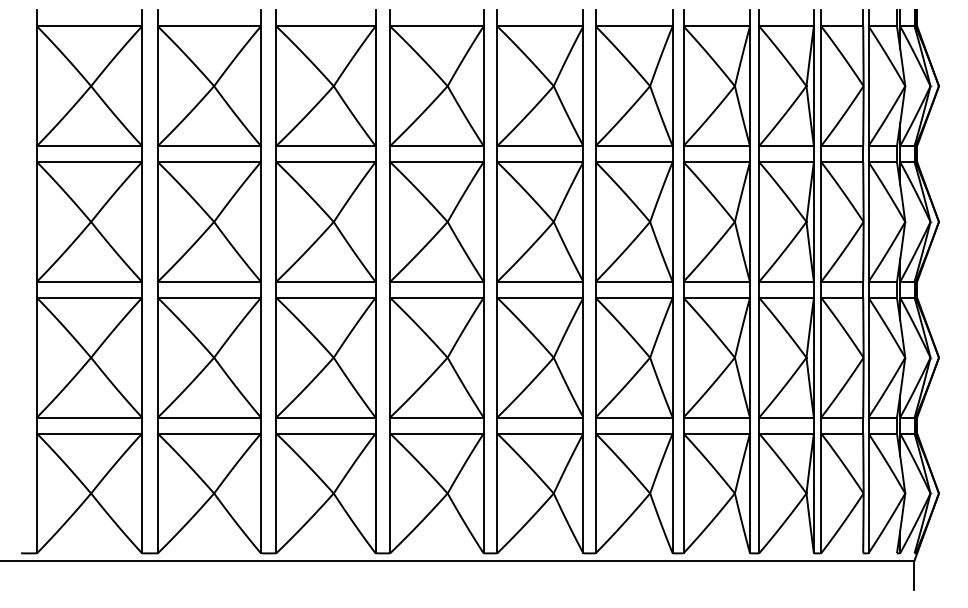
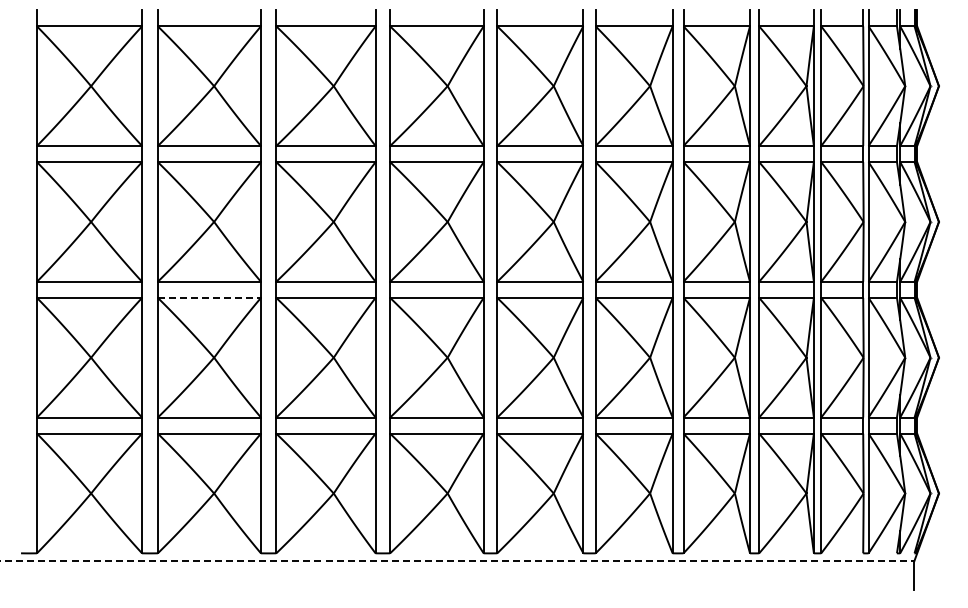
line at (209, 297): solid -> dashed
line at (457, 561): solid -> dashed
